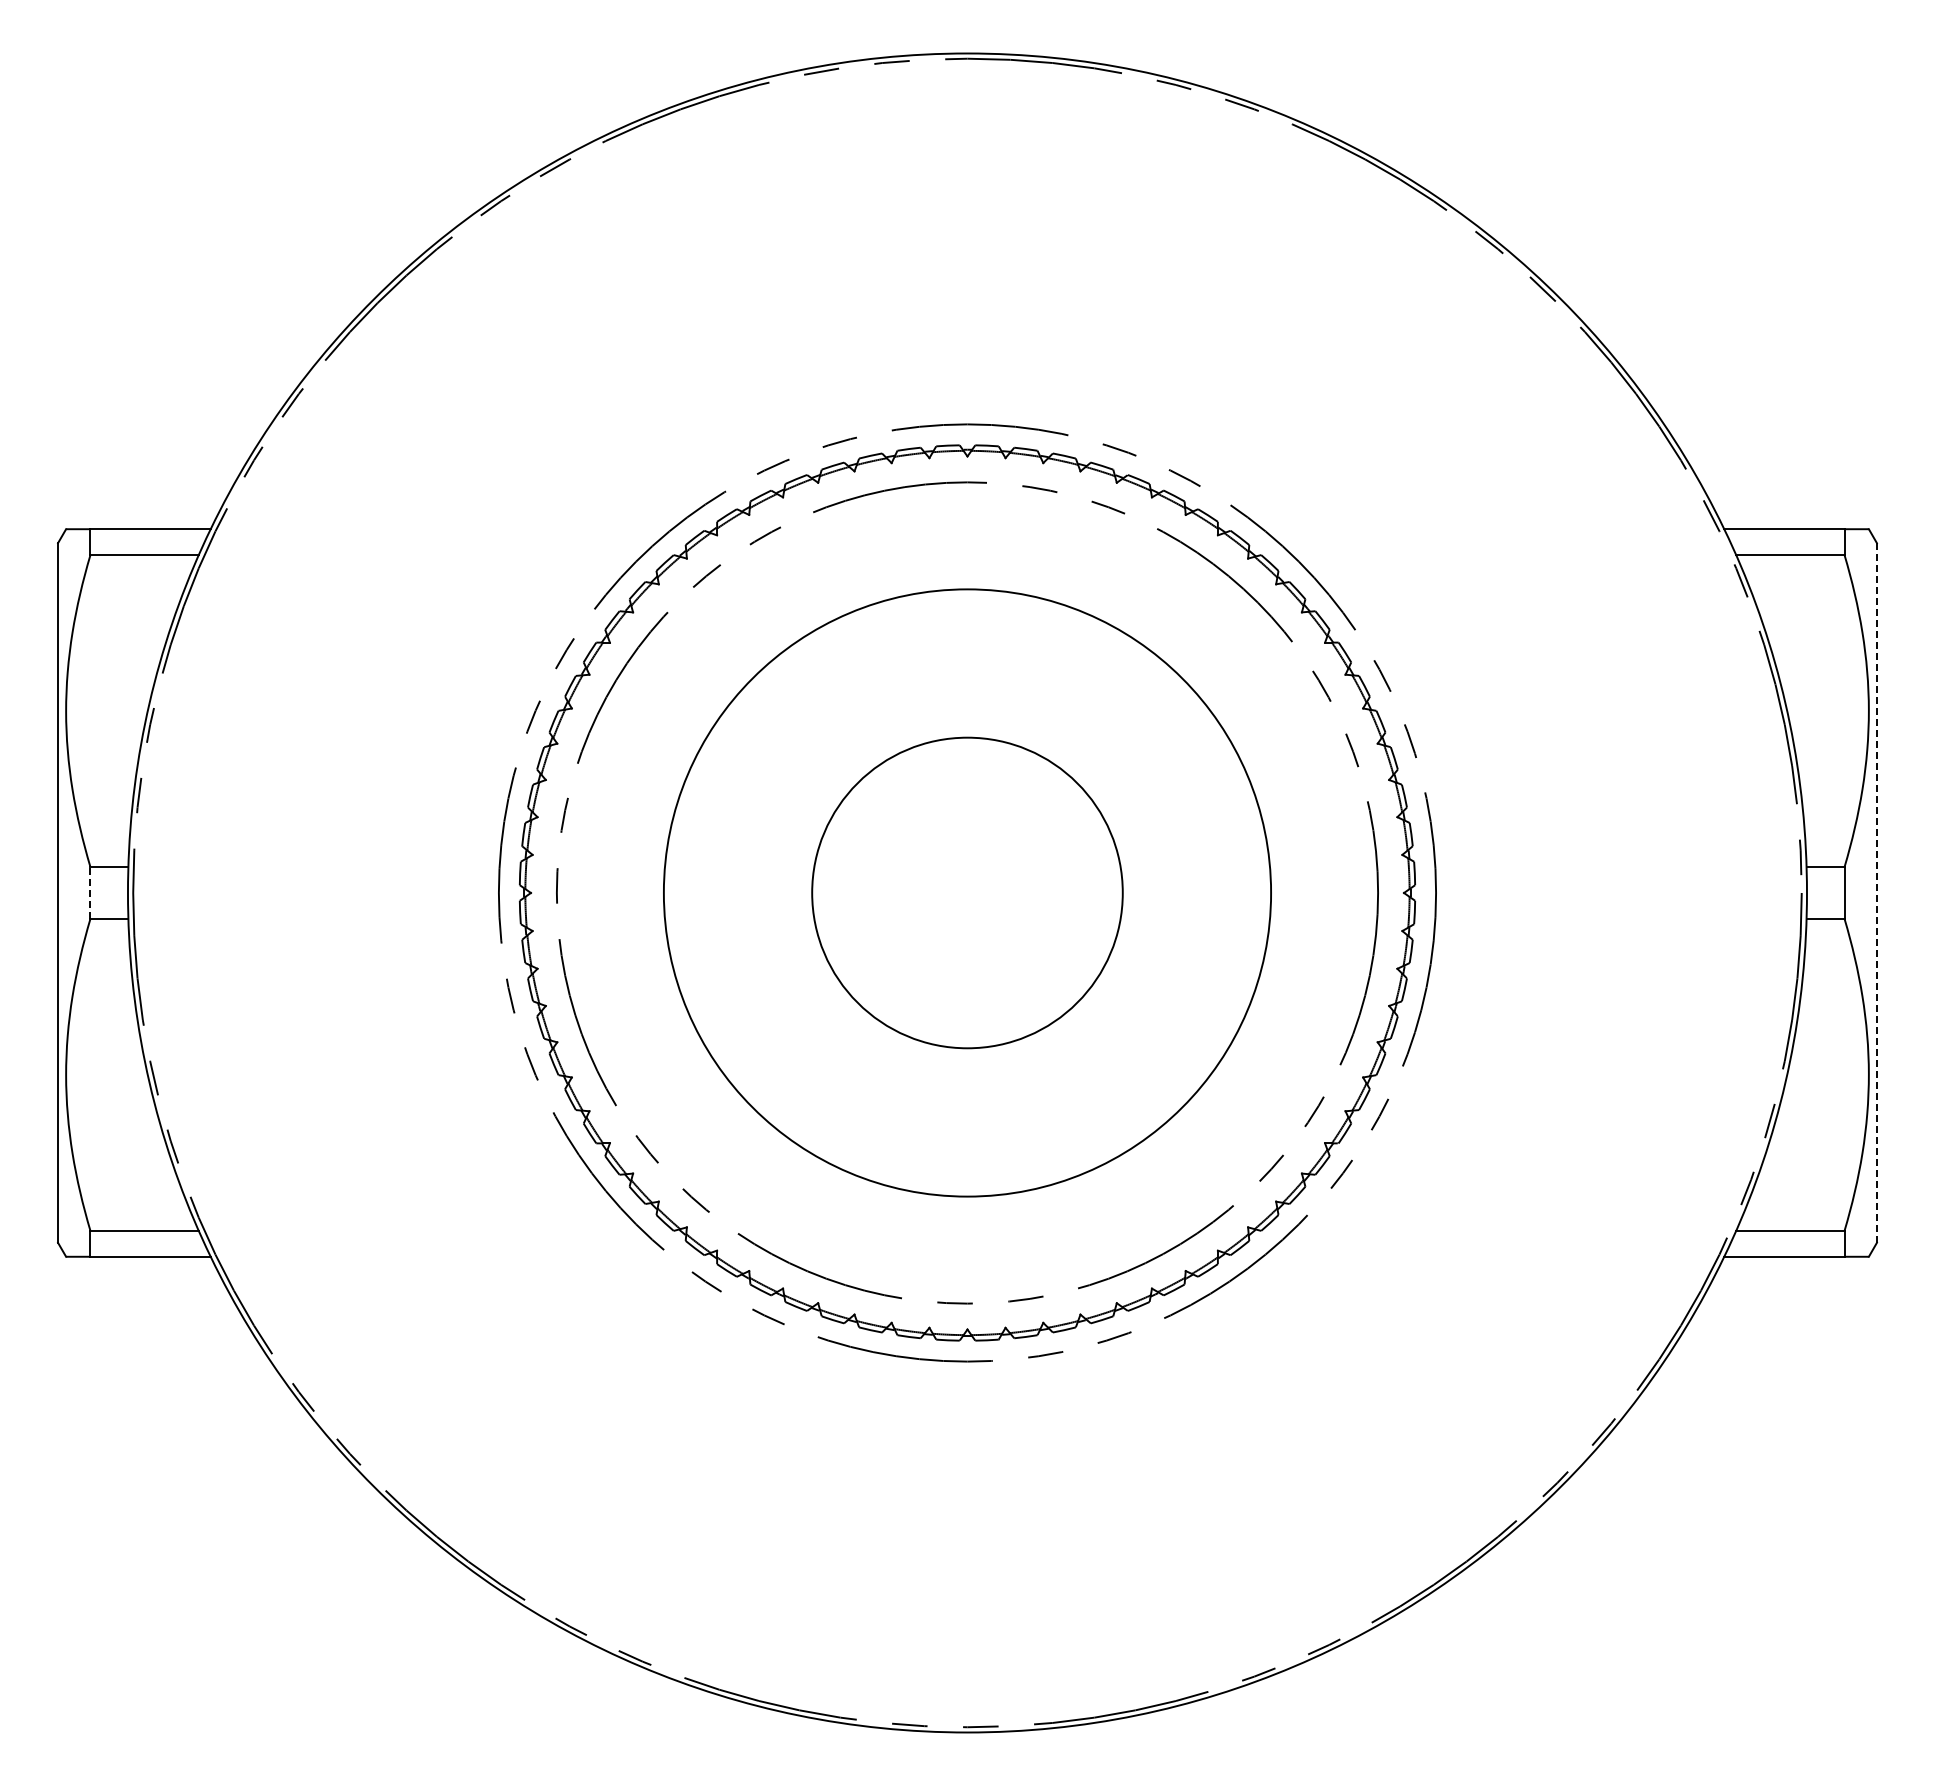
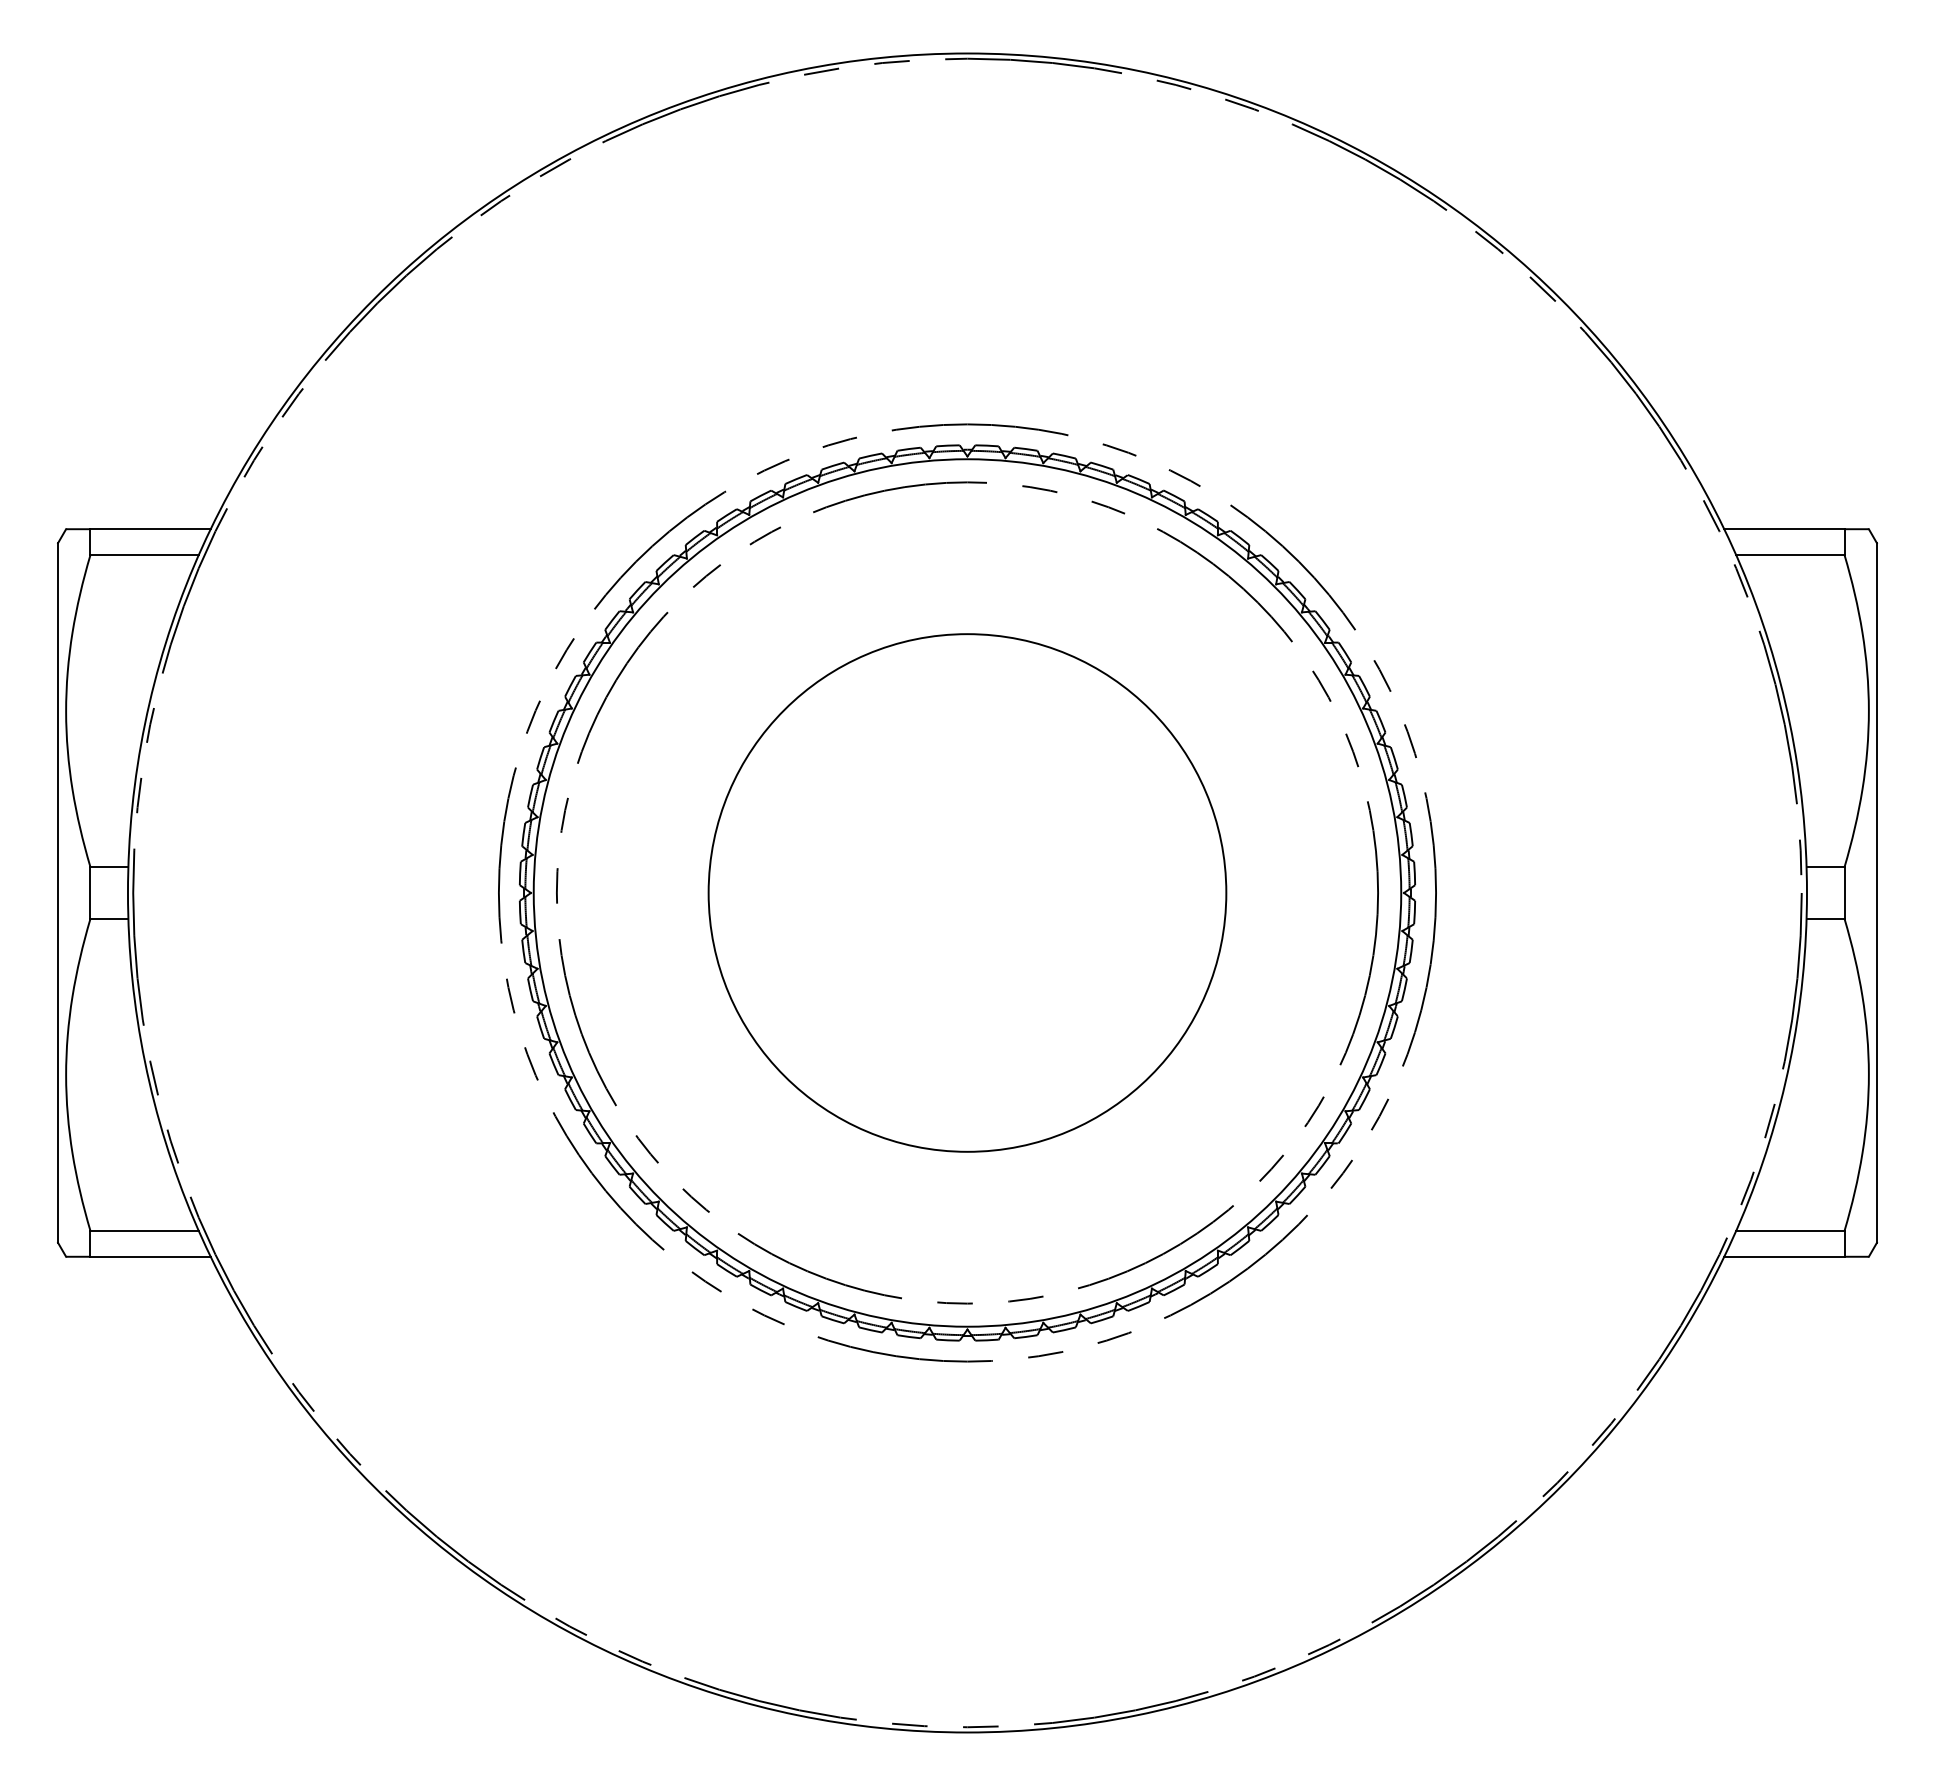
line at (90, 892): dashed -> solid
circle at (967, 892) diameter: 311 px -> 518 px
circle at (967, 892) diameter: 607 px -> 867 px
line at (1876, 893): dashed -> solid
